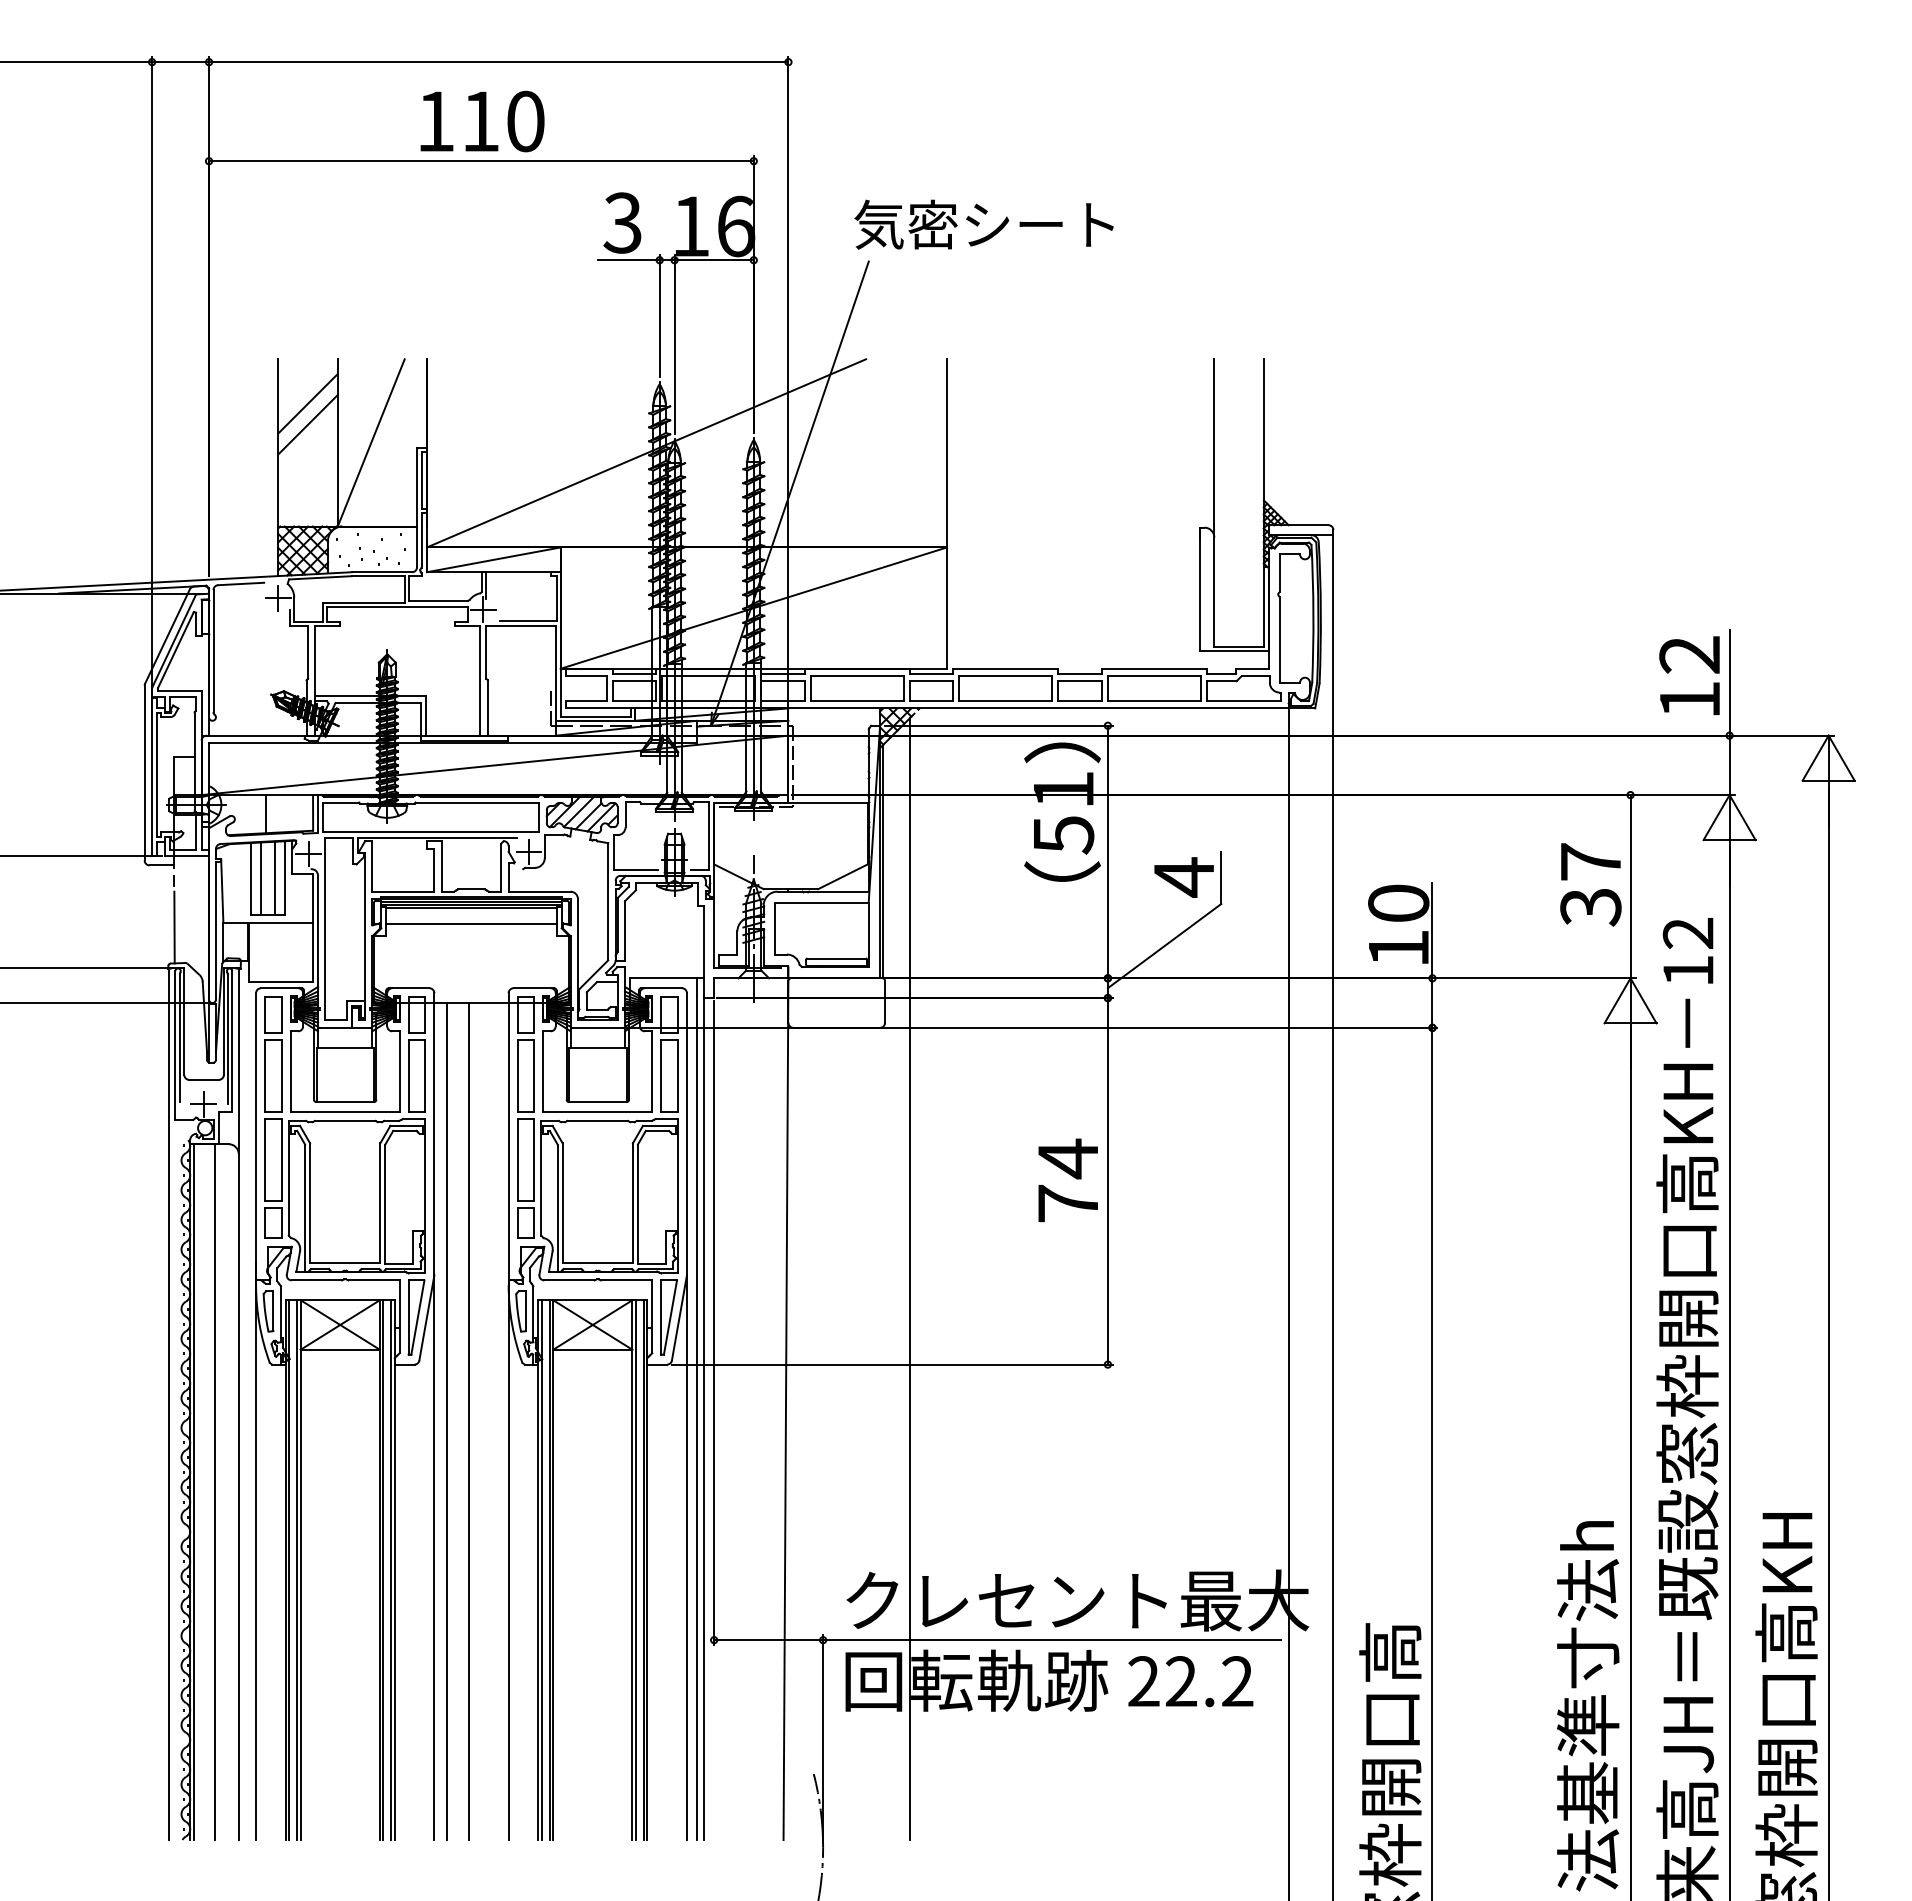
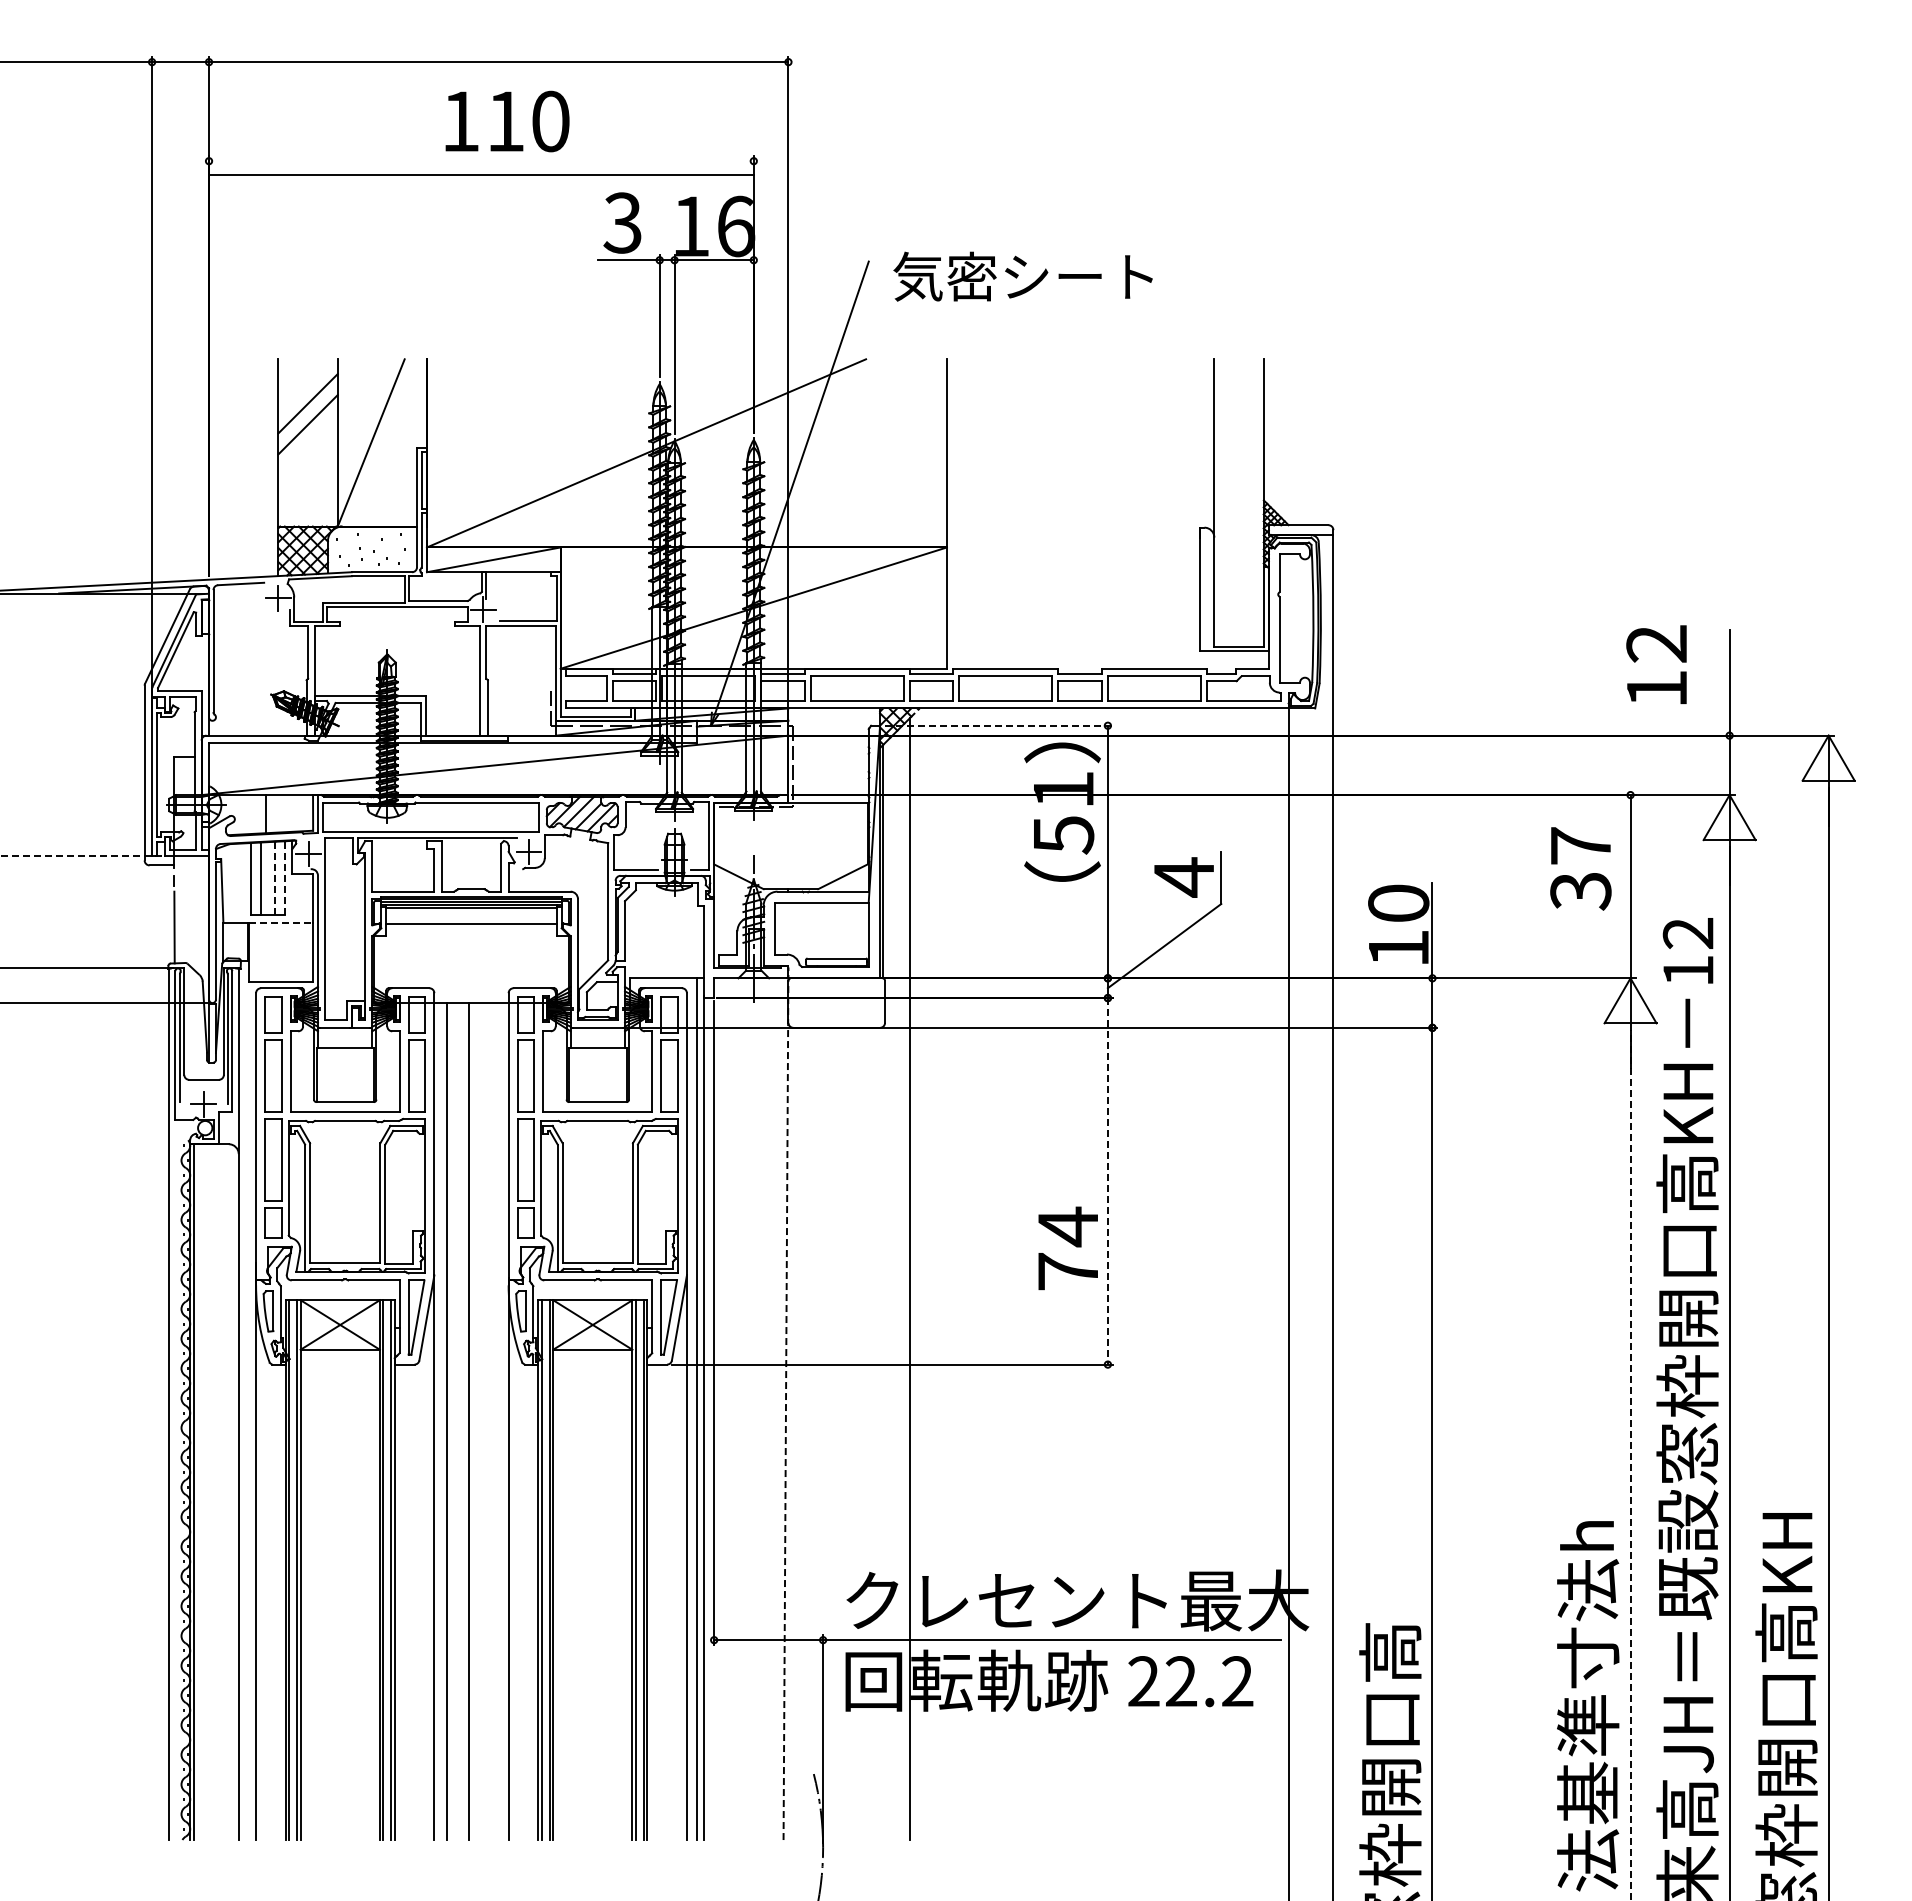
text at (482, 121) position: (482, 121) -> (507, 121)
line at (481, 161) position: (481, 161) -> (481, 175)
text at (983, 224) position: (983, 224) -> (1022, 276)
text at (1689, 675) position: (1689, 675) -> (1656, 664)
line at (998, 725): solid -> dashed
line at (81, 856): solid -> dashed
line at (285, 877): solid -> dashed
line at (275, 878): solid -> dashed
text at (1590, 884) position: (1590, 884) -> (1580, 868)
line at (281, 922): solid -> dashed
text at (1067, 1180) position: (1067, 1180) -> (1067, 1248)
line at (1107, 1181): solid -> dashed
line at (786, 1403): solid -> dashed
line at (1630, 1465): solid -> dashed
line at (214, 1492): present -> none
